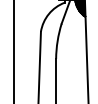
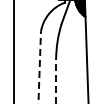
line at (39, 67): solid -> dashed
line at (56, 80): solid -> dashed
